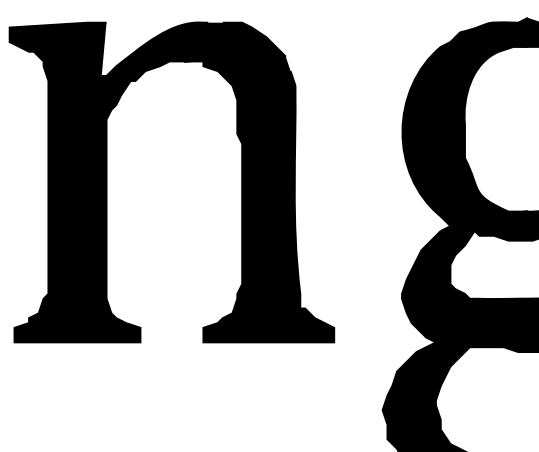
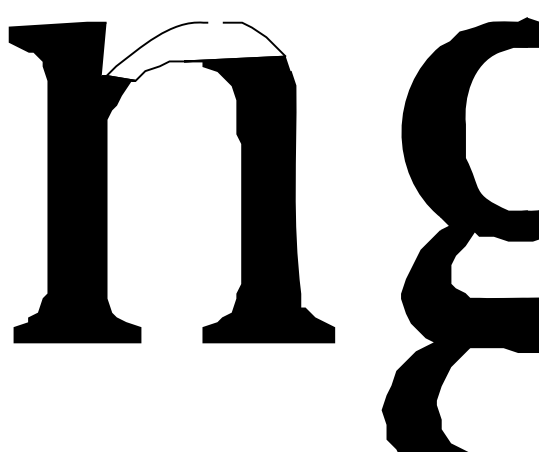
fill at (195, 51): present -> none
